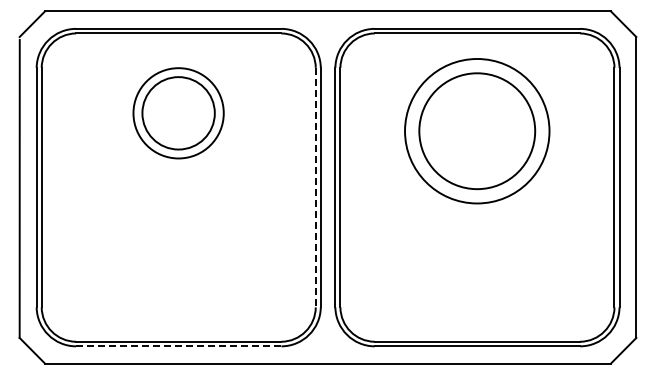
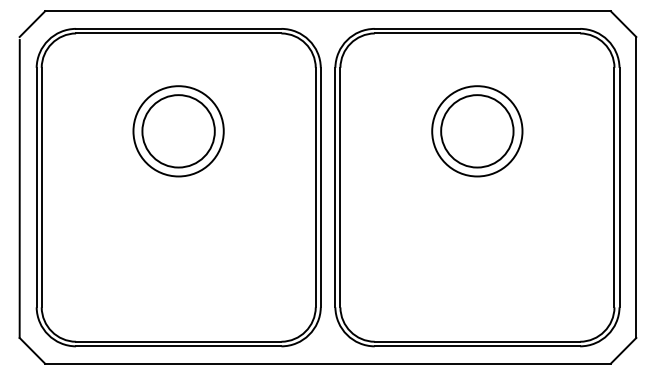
part at (178, 113) position: (178, 113) -> (178, 131)
part at (477, 131) size: 147x147 px -> 93x93 px
line at (315, 187): dashed -> solid
line at (178, 346): dashed -> solid
